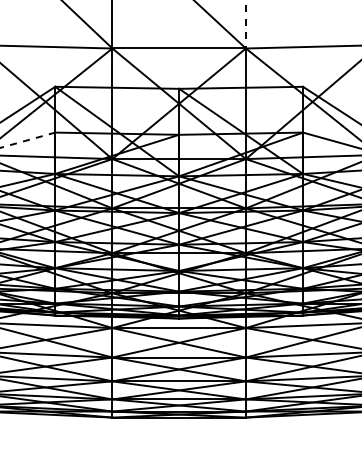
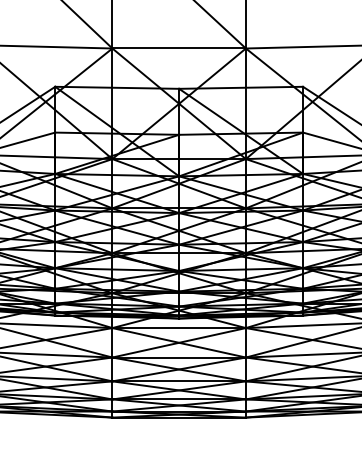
line at (245, 24): dashed -> solid
line at (28, 140): dashed -> solid
